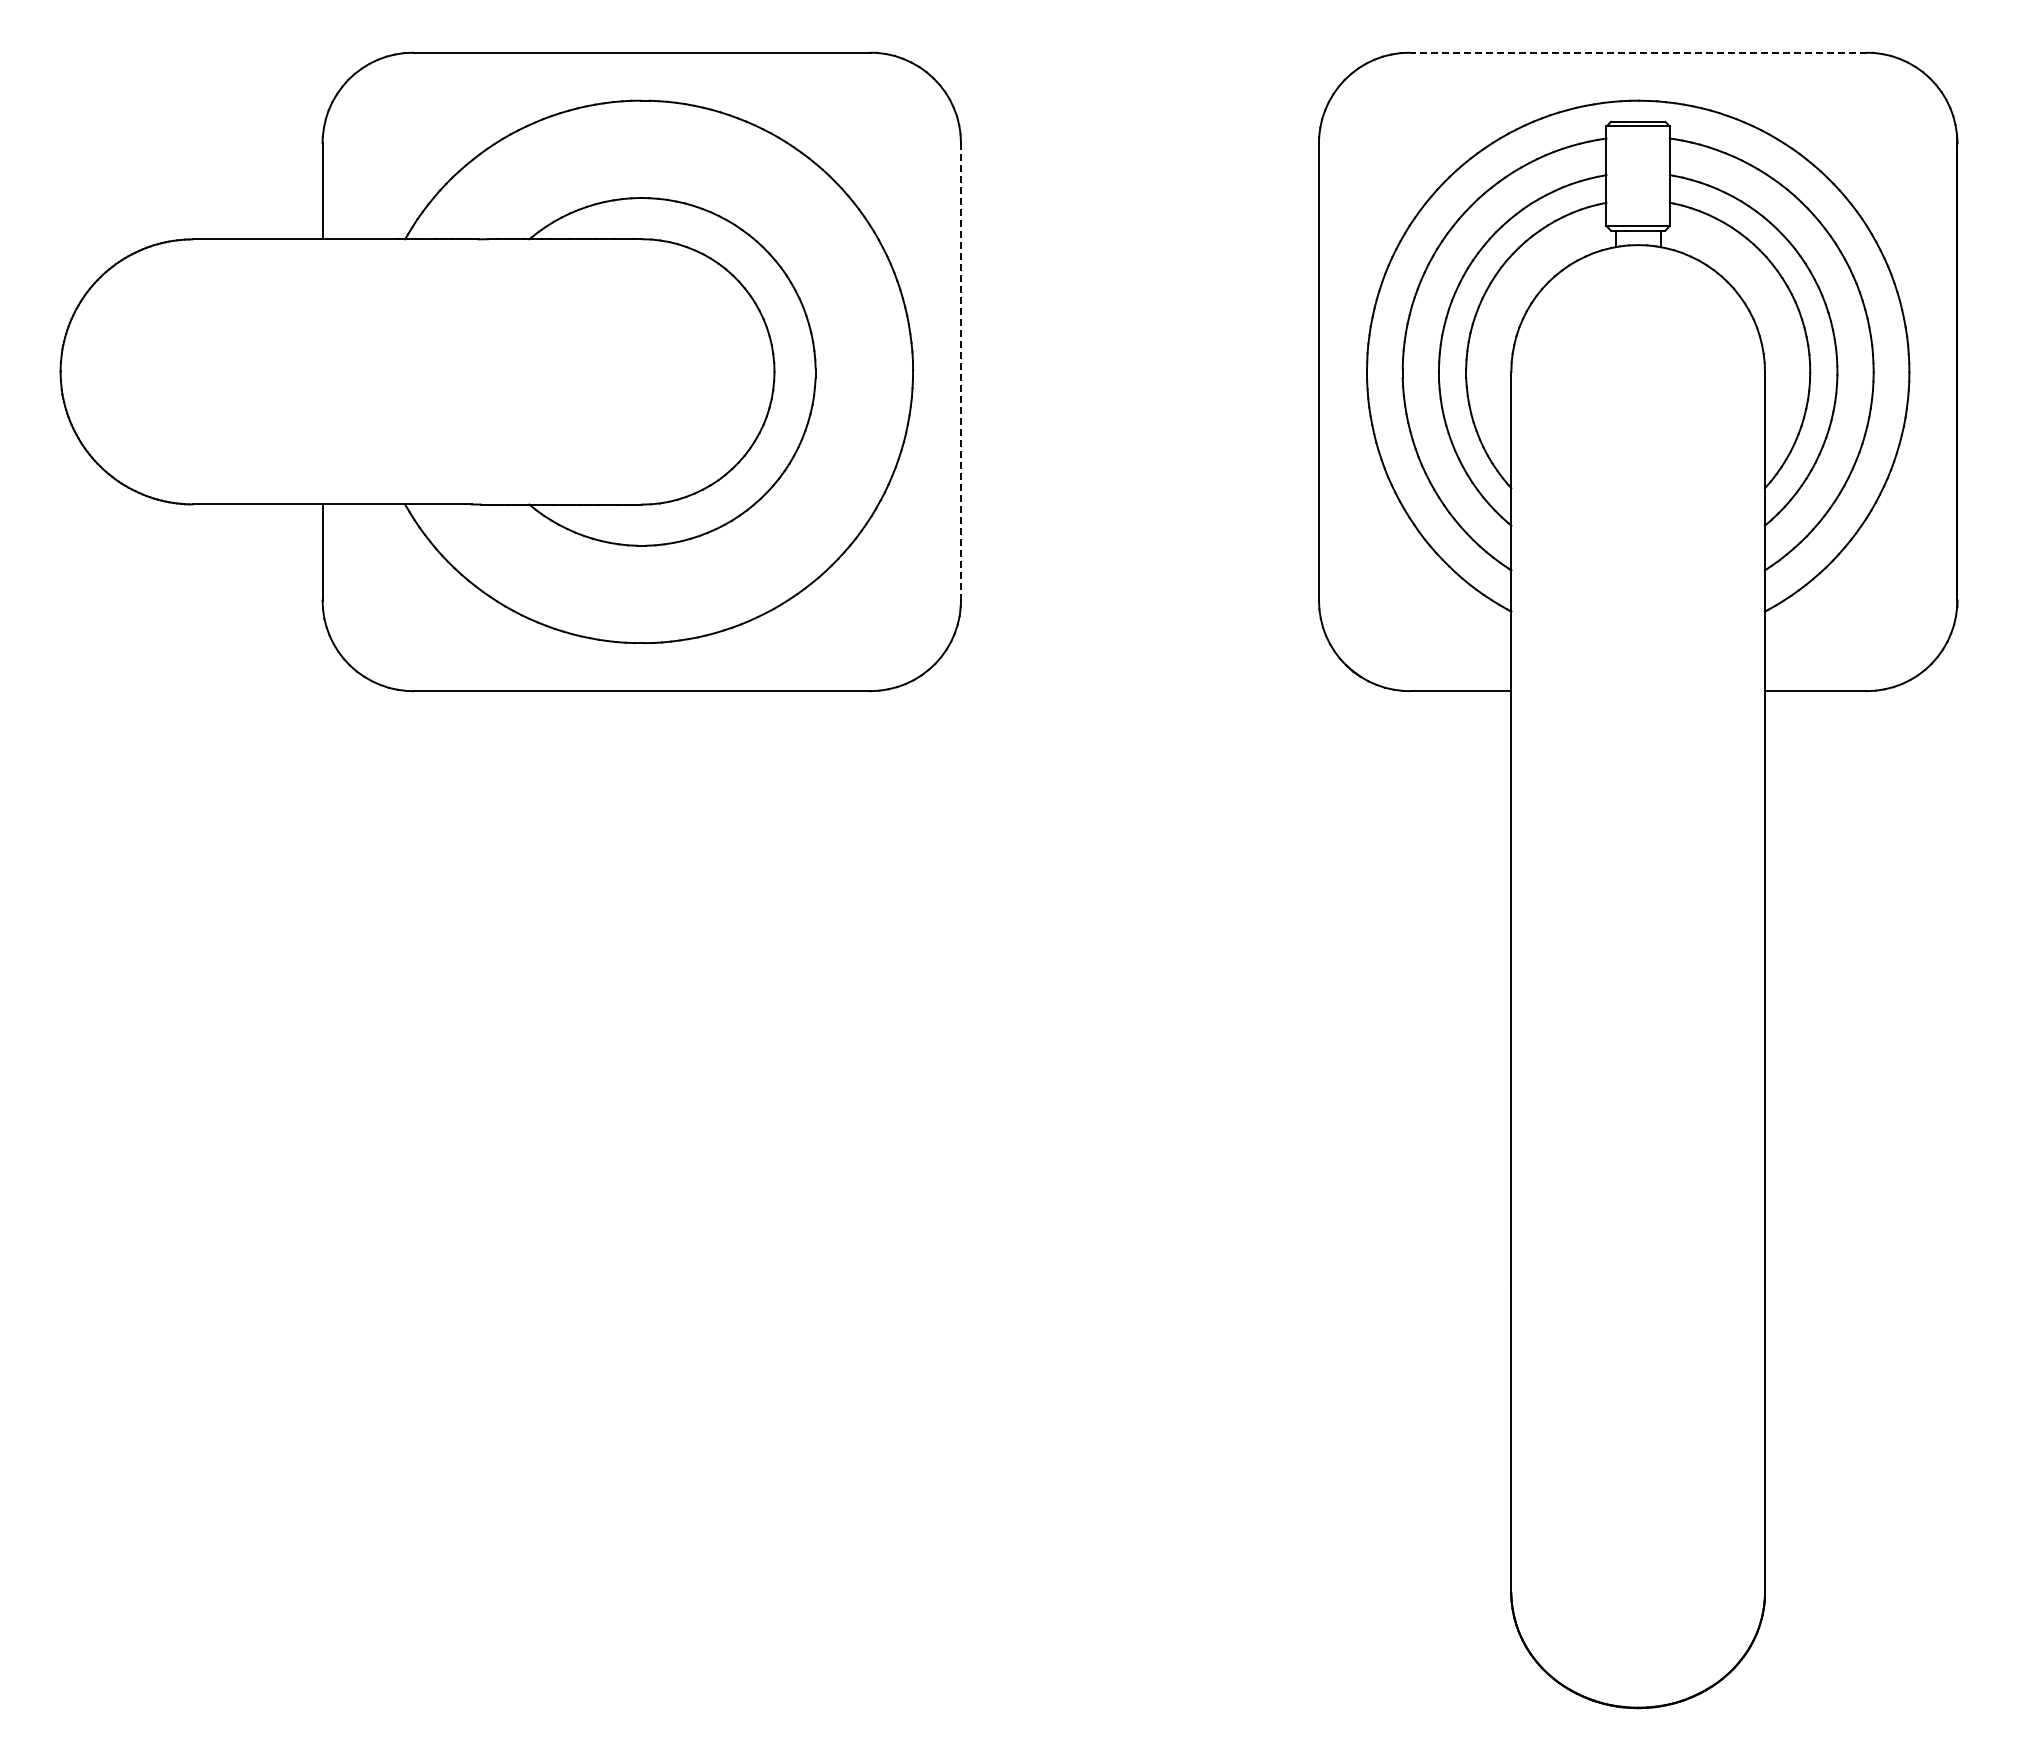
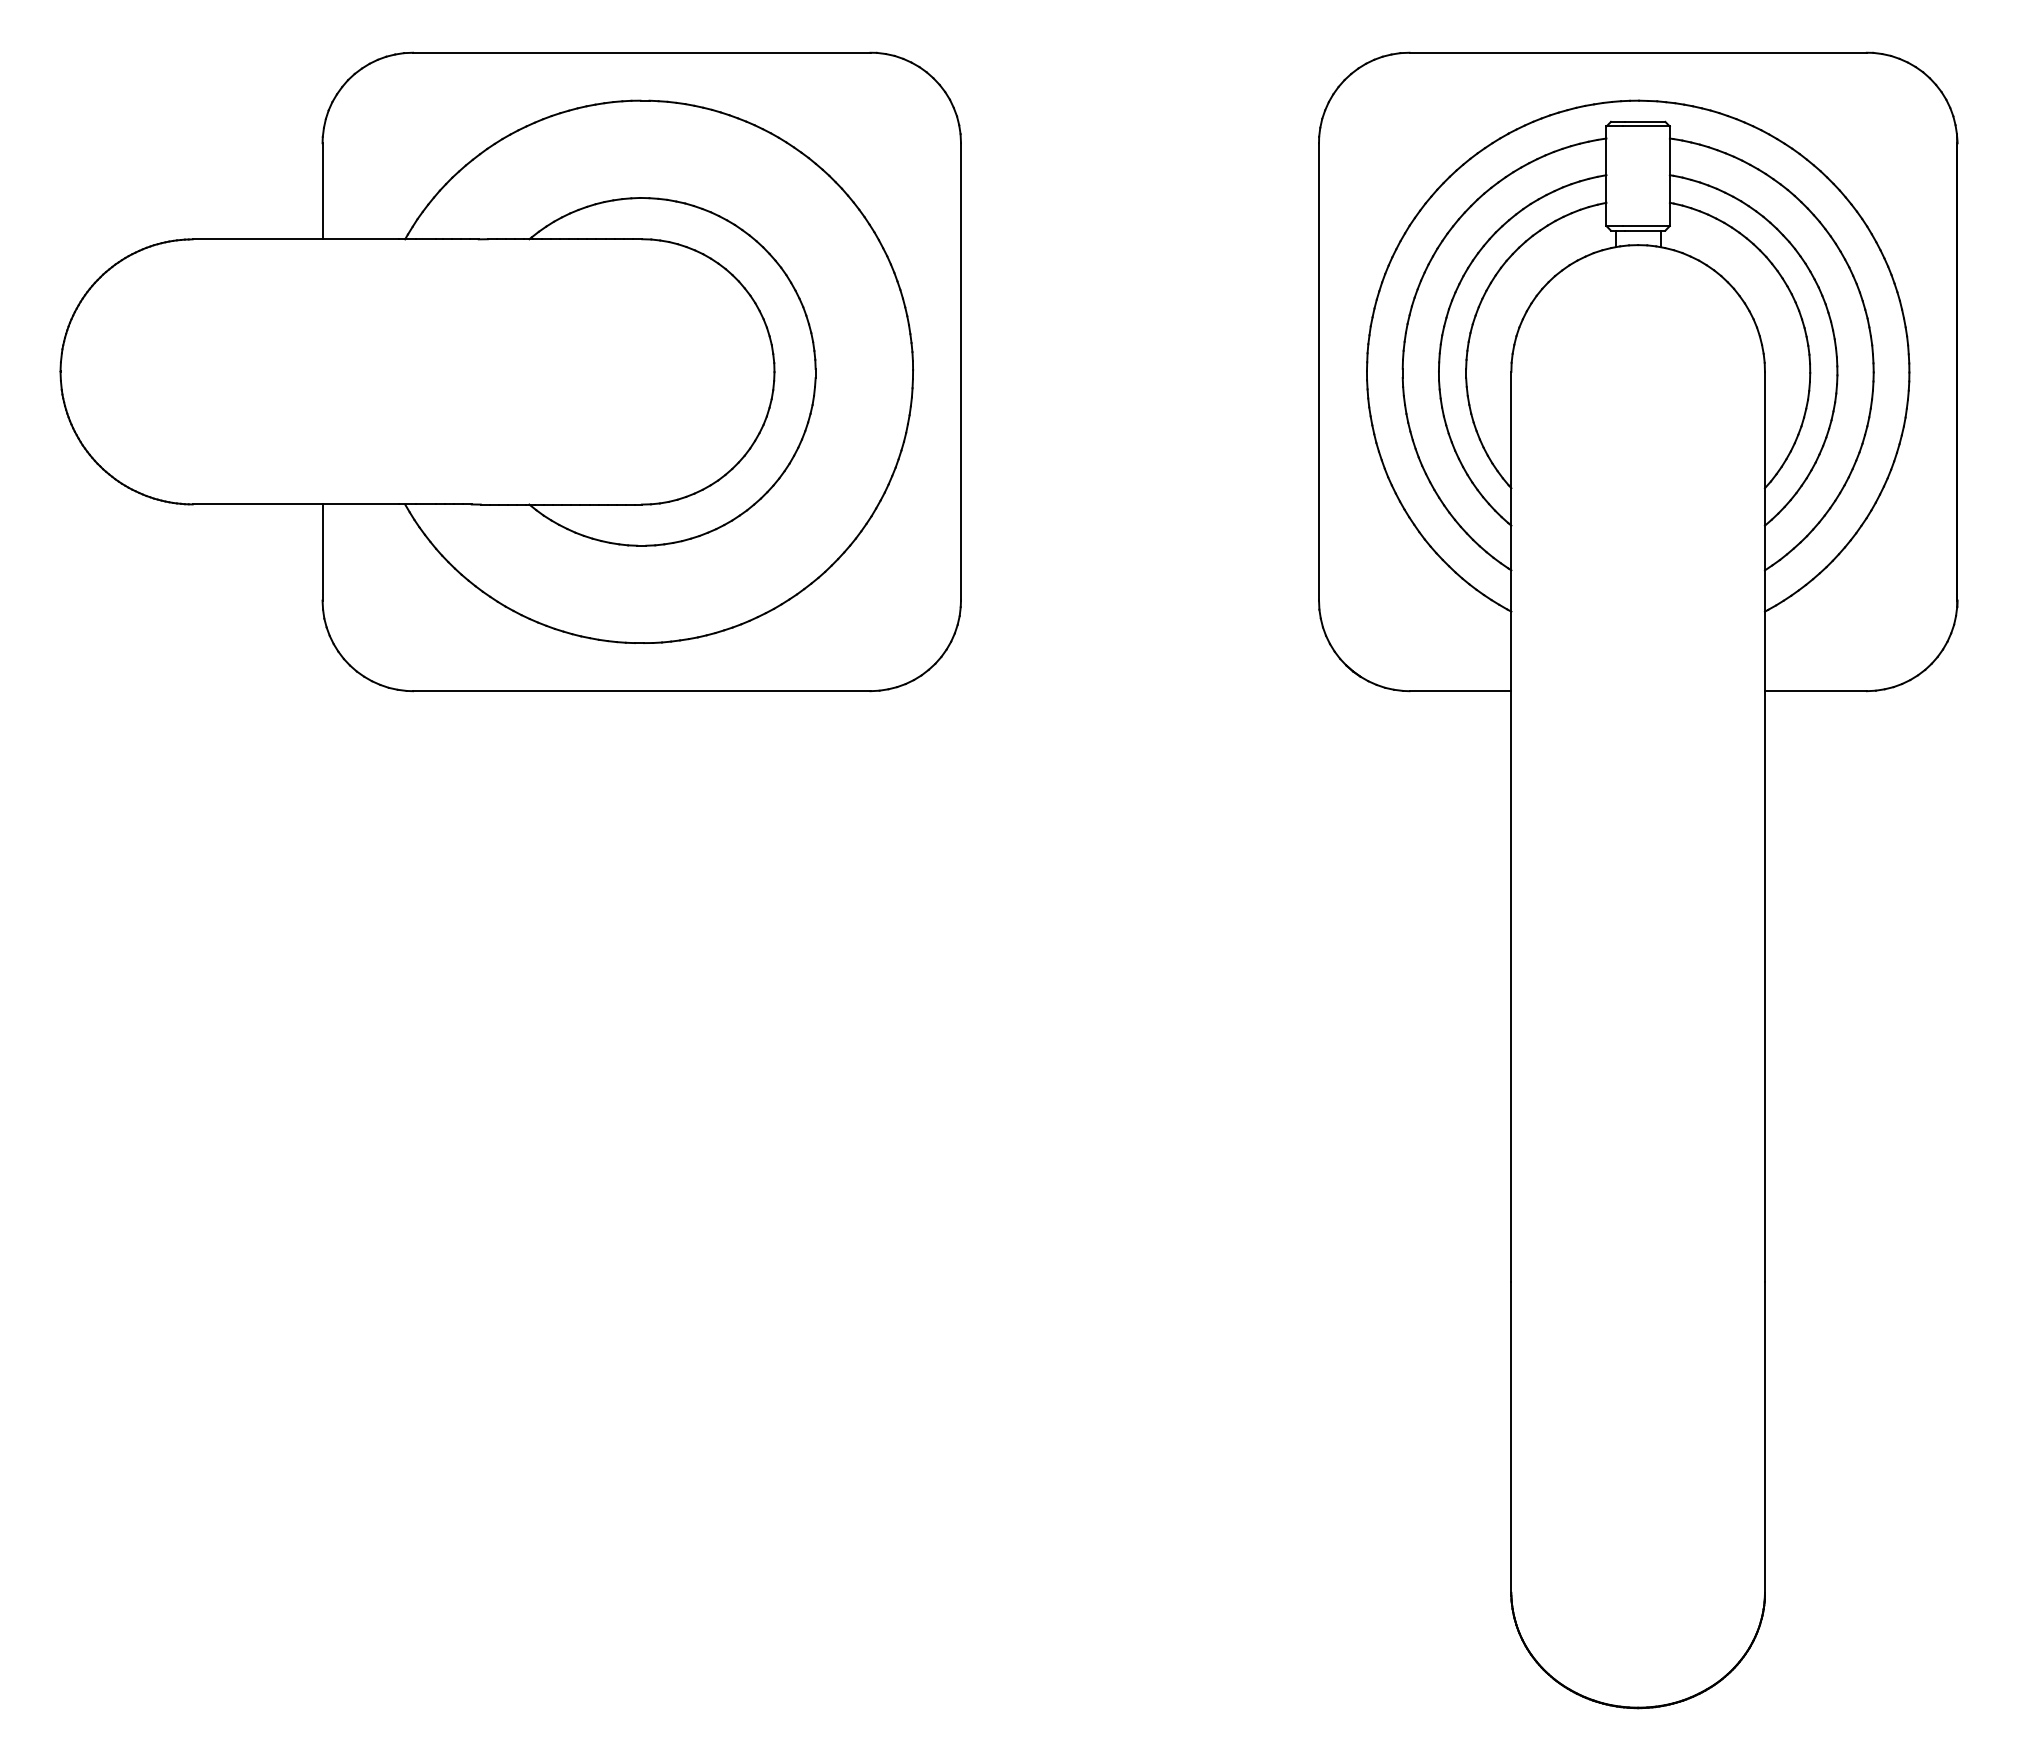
line at (1638, 52): dashed -> solid
line at (961, 371): dashed -> solid
